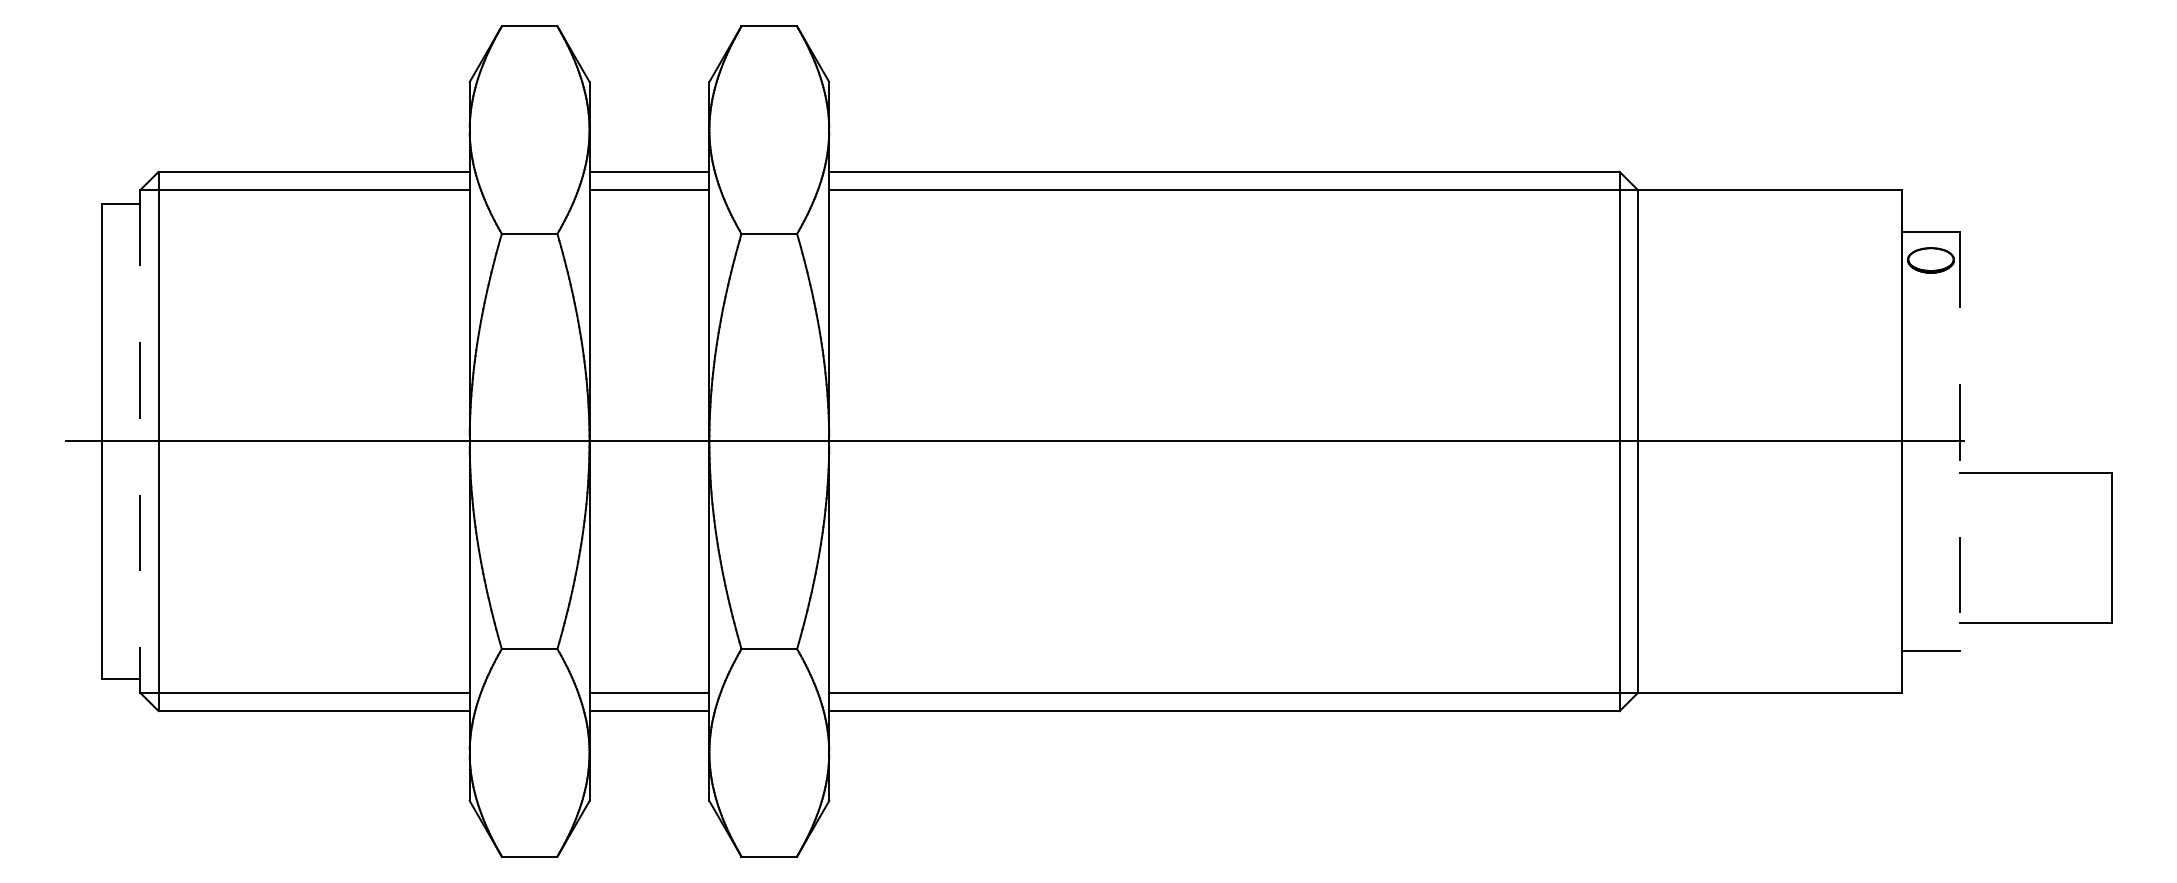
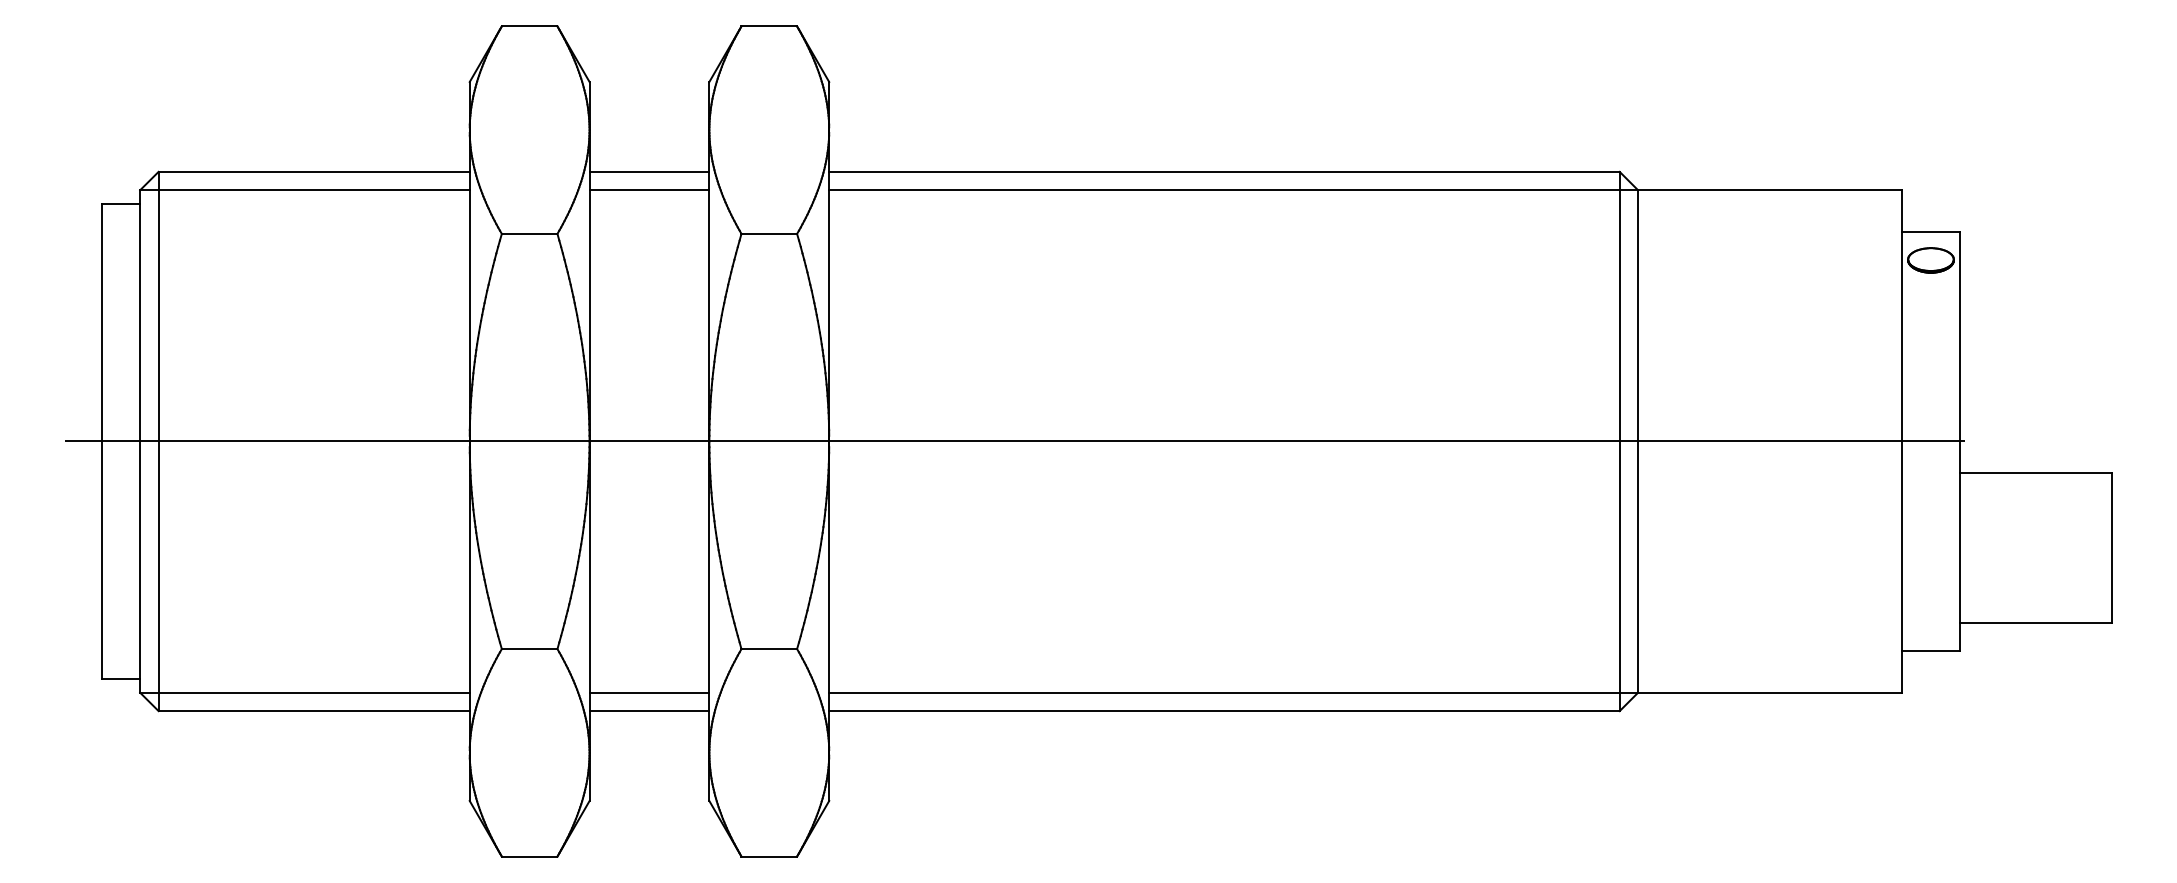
line at (140, 441): dashed -> solid
line at (1959, 441): dashed -> solid
